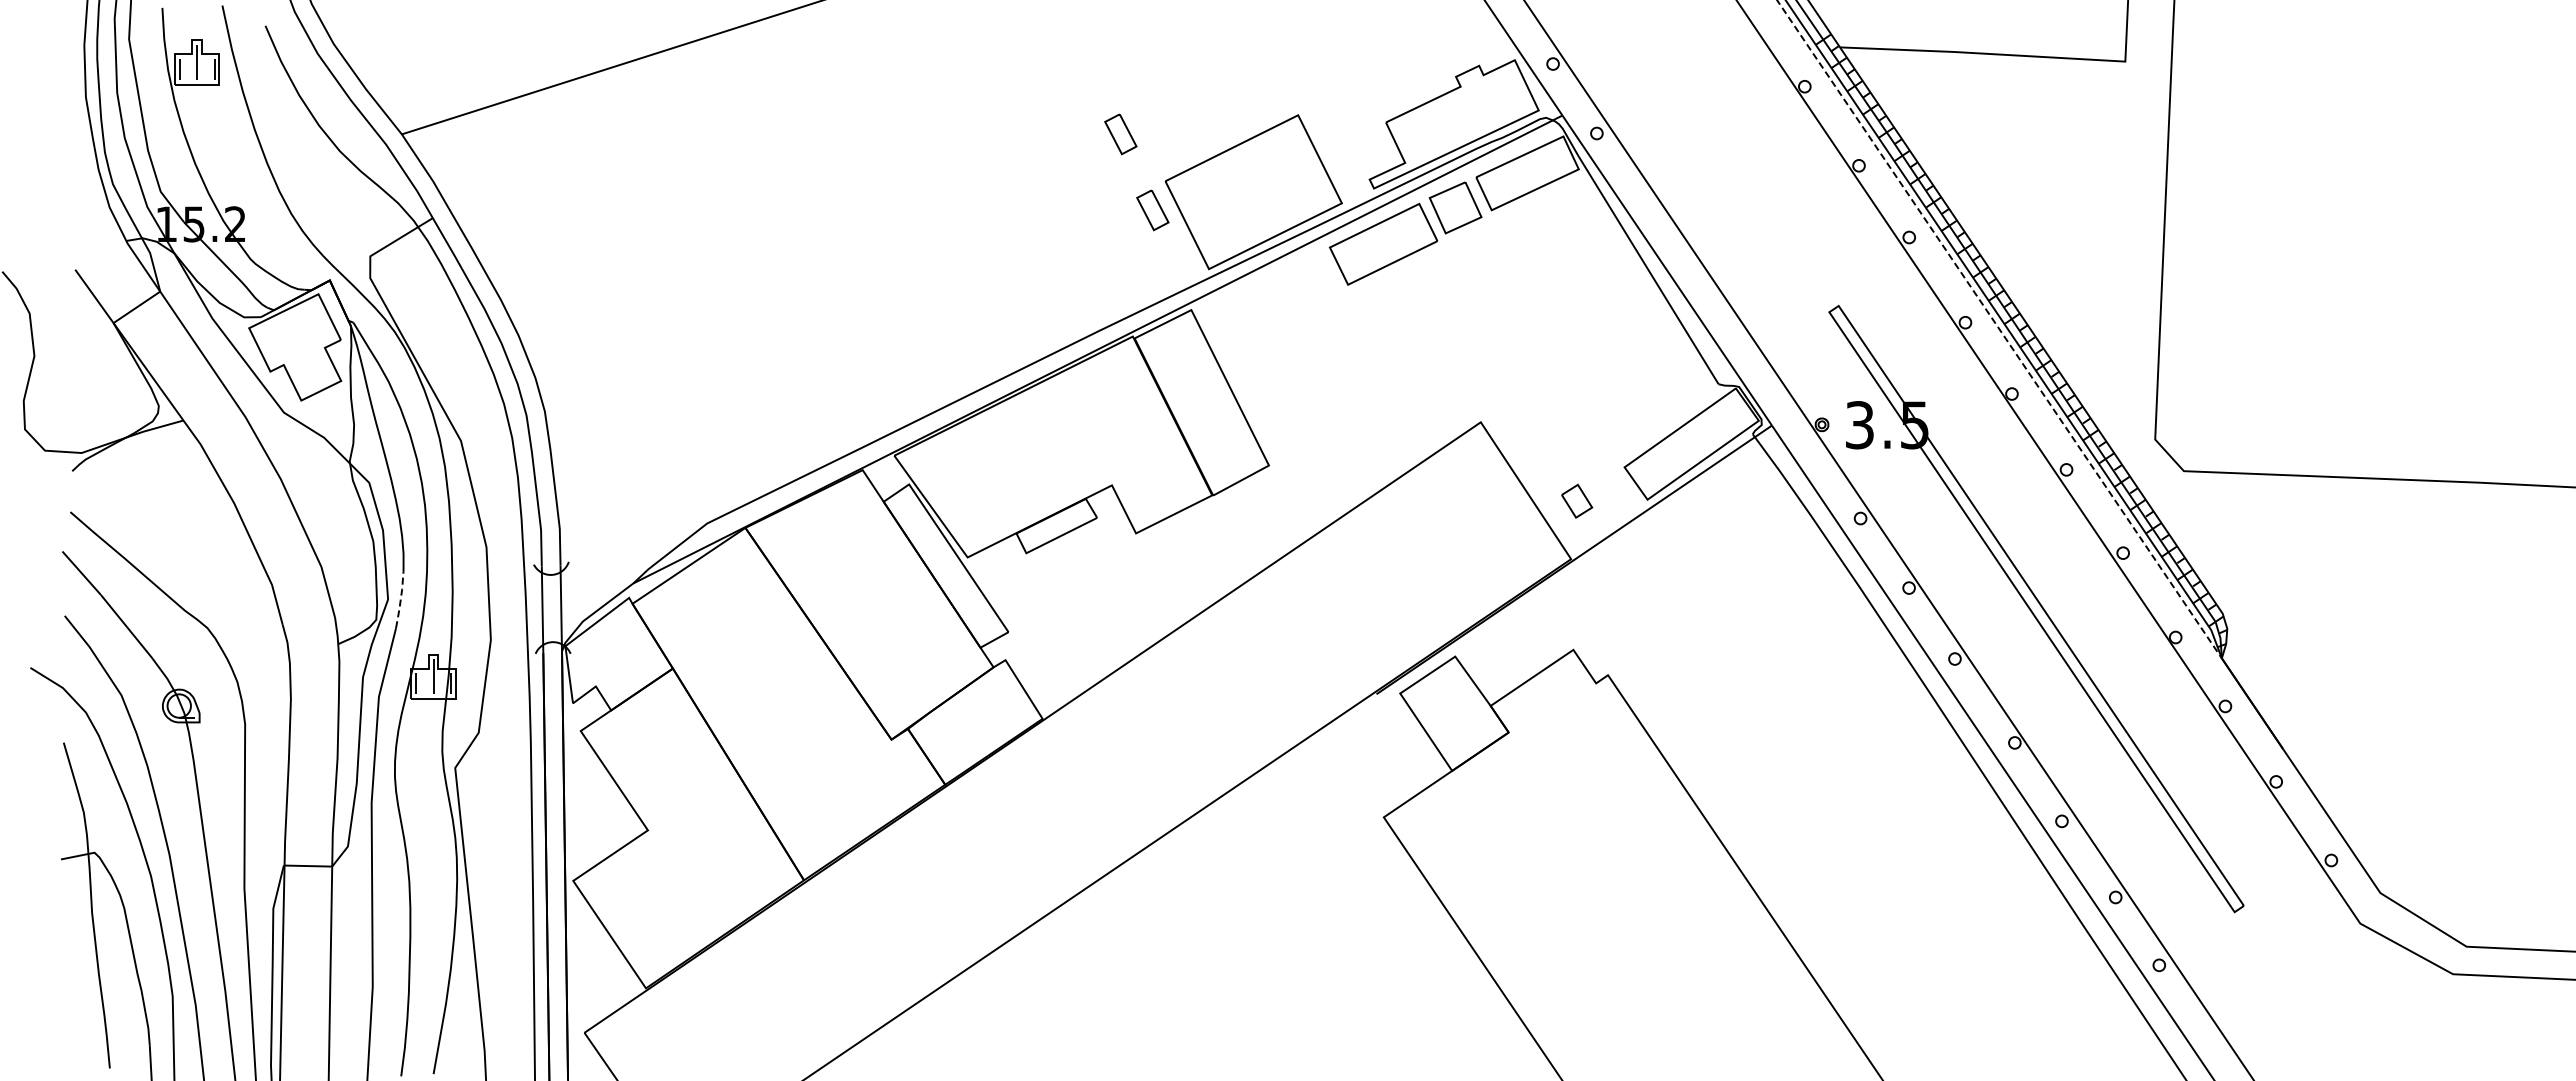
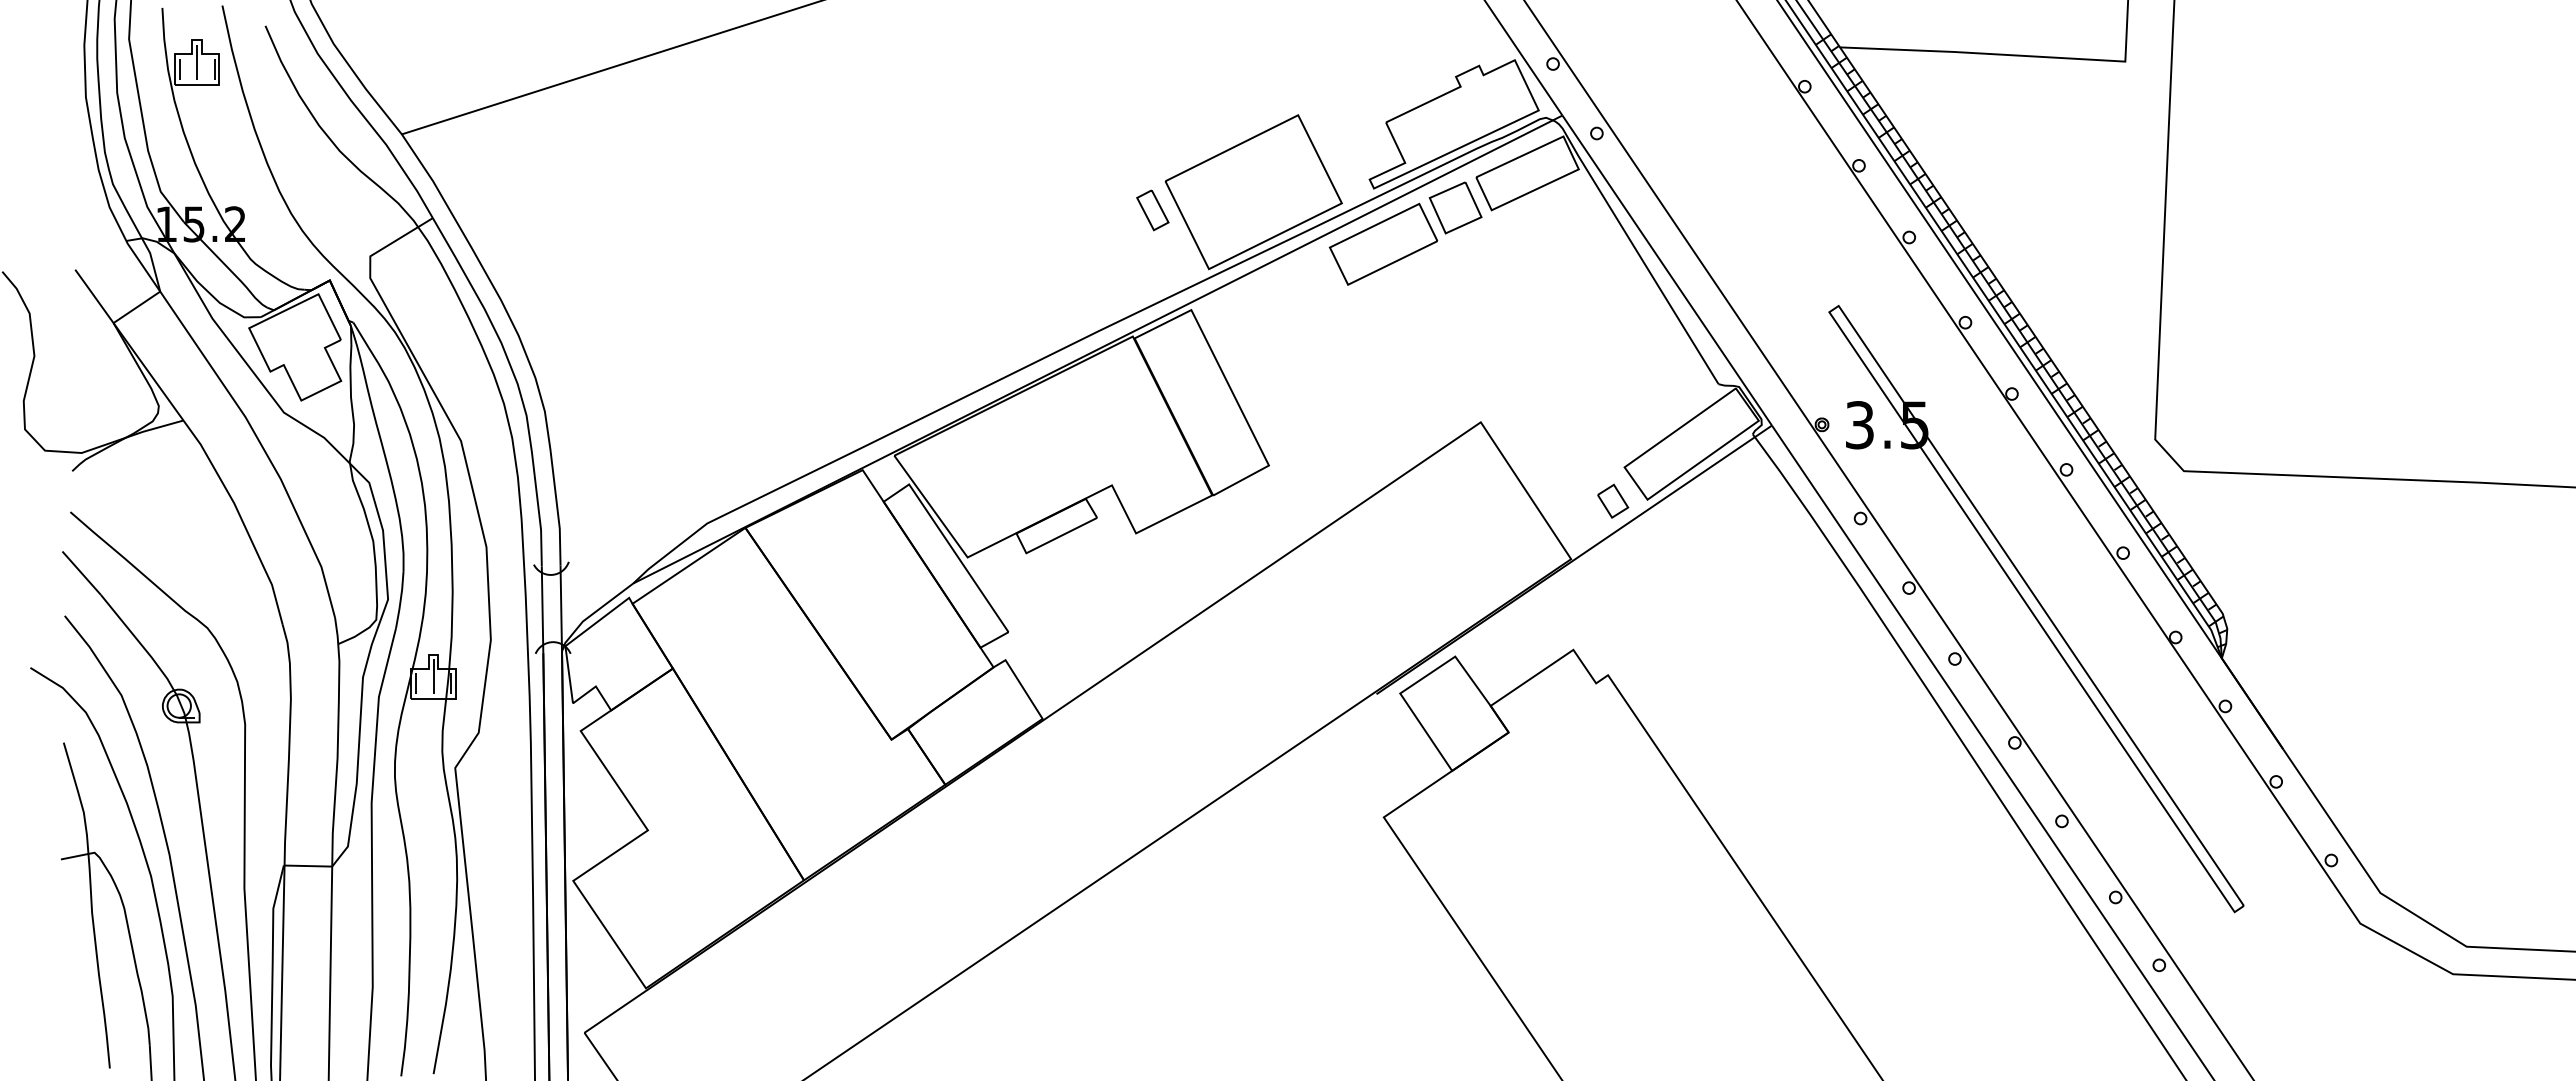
part at (1120, 134): present -> none
line at (1999, 328): dashed -> solid
part at (1577, 500) position: (1577, 500) -> (1613, 500)
line at (400, 599): dashed -> solid
